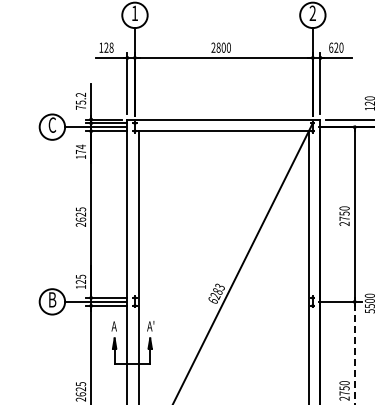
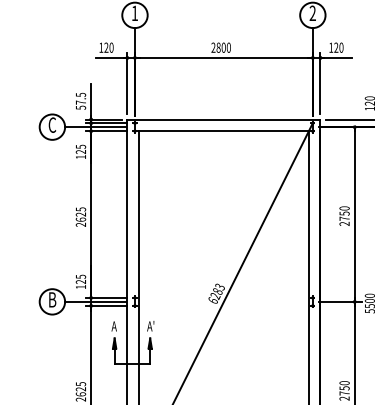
text at (331, 47): 620 -> 120
text at (111, 48): 128 -> 120
text at (80, 100): 75.2 -> 57.5
text at (80, 149): 174 -> 125
line at (354, 354): dashed -> solid
